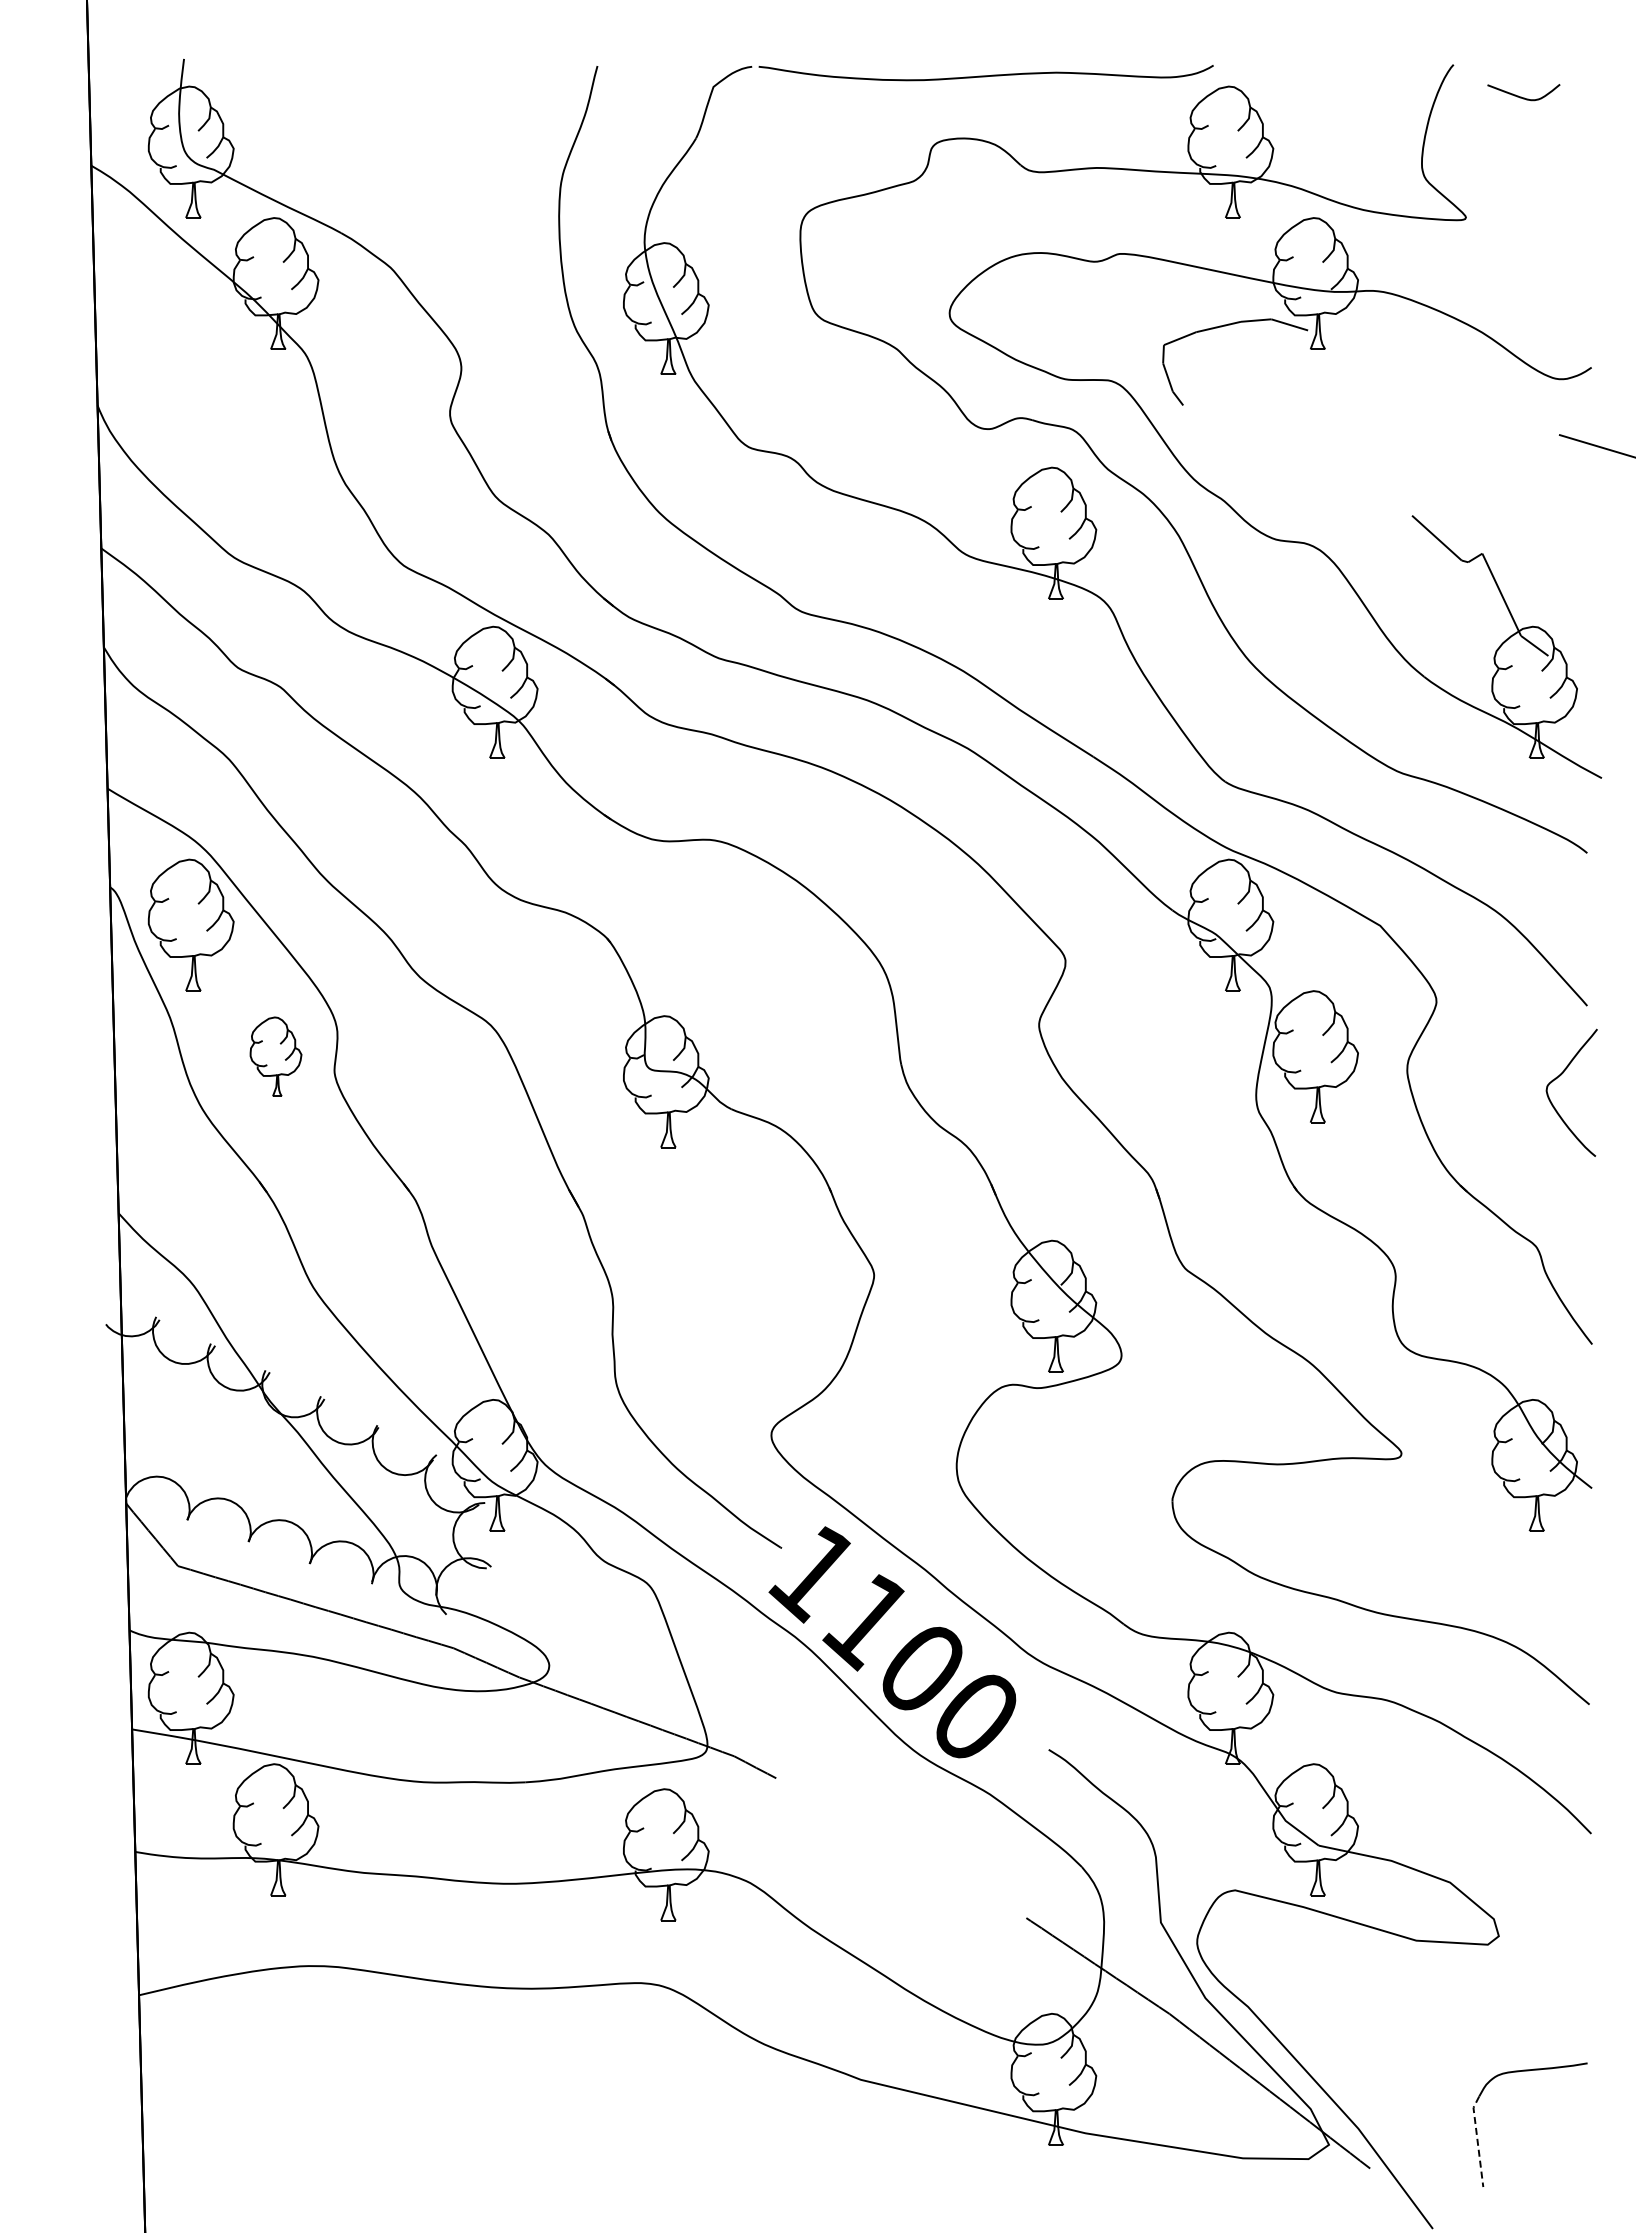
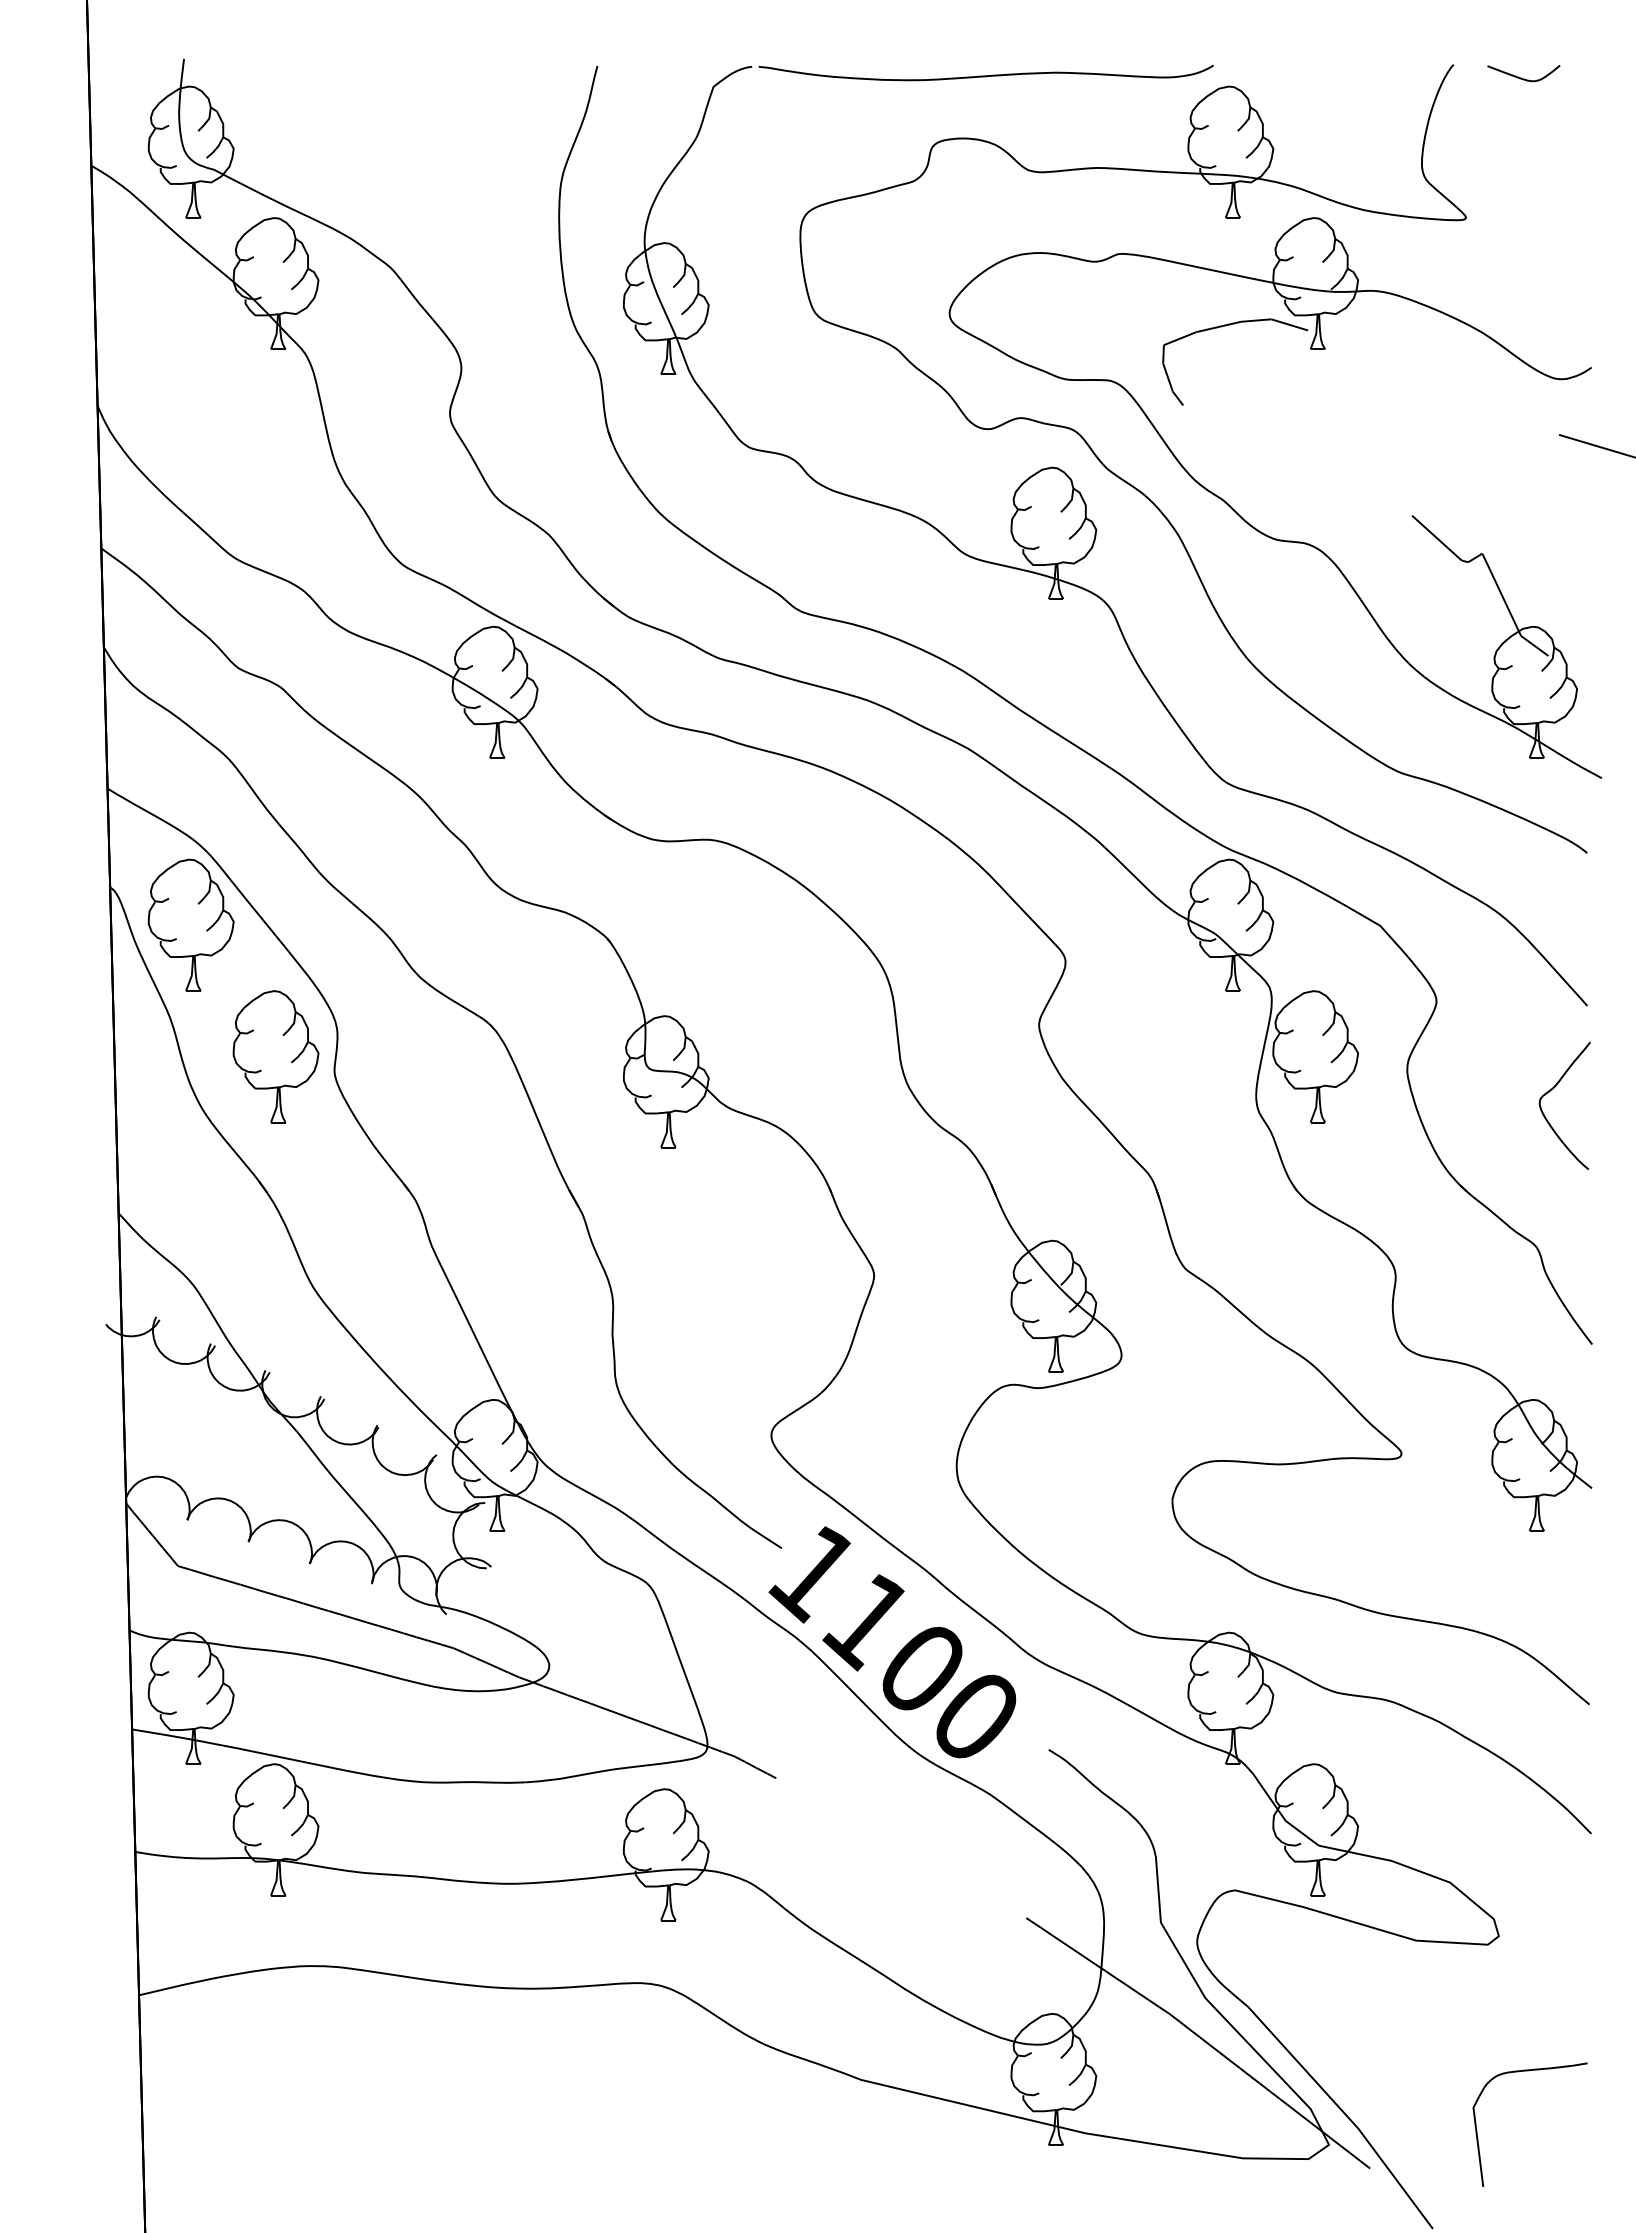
curve at (1521, 96) position: (1521, 96) -> (1521, 77)
part at (275, 1056) size: 54x81 px -> 88x134 px
curve at (1560, 1076) position: (1560, 1076) -> (1553, 1089)
line at (1477, 2140): dashed -> solid
